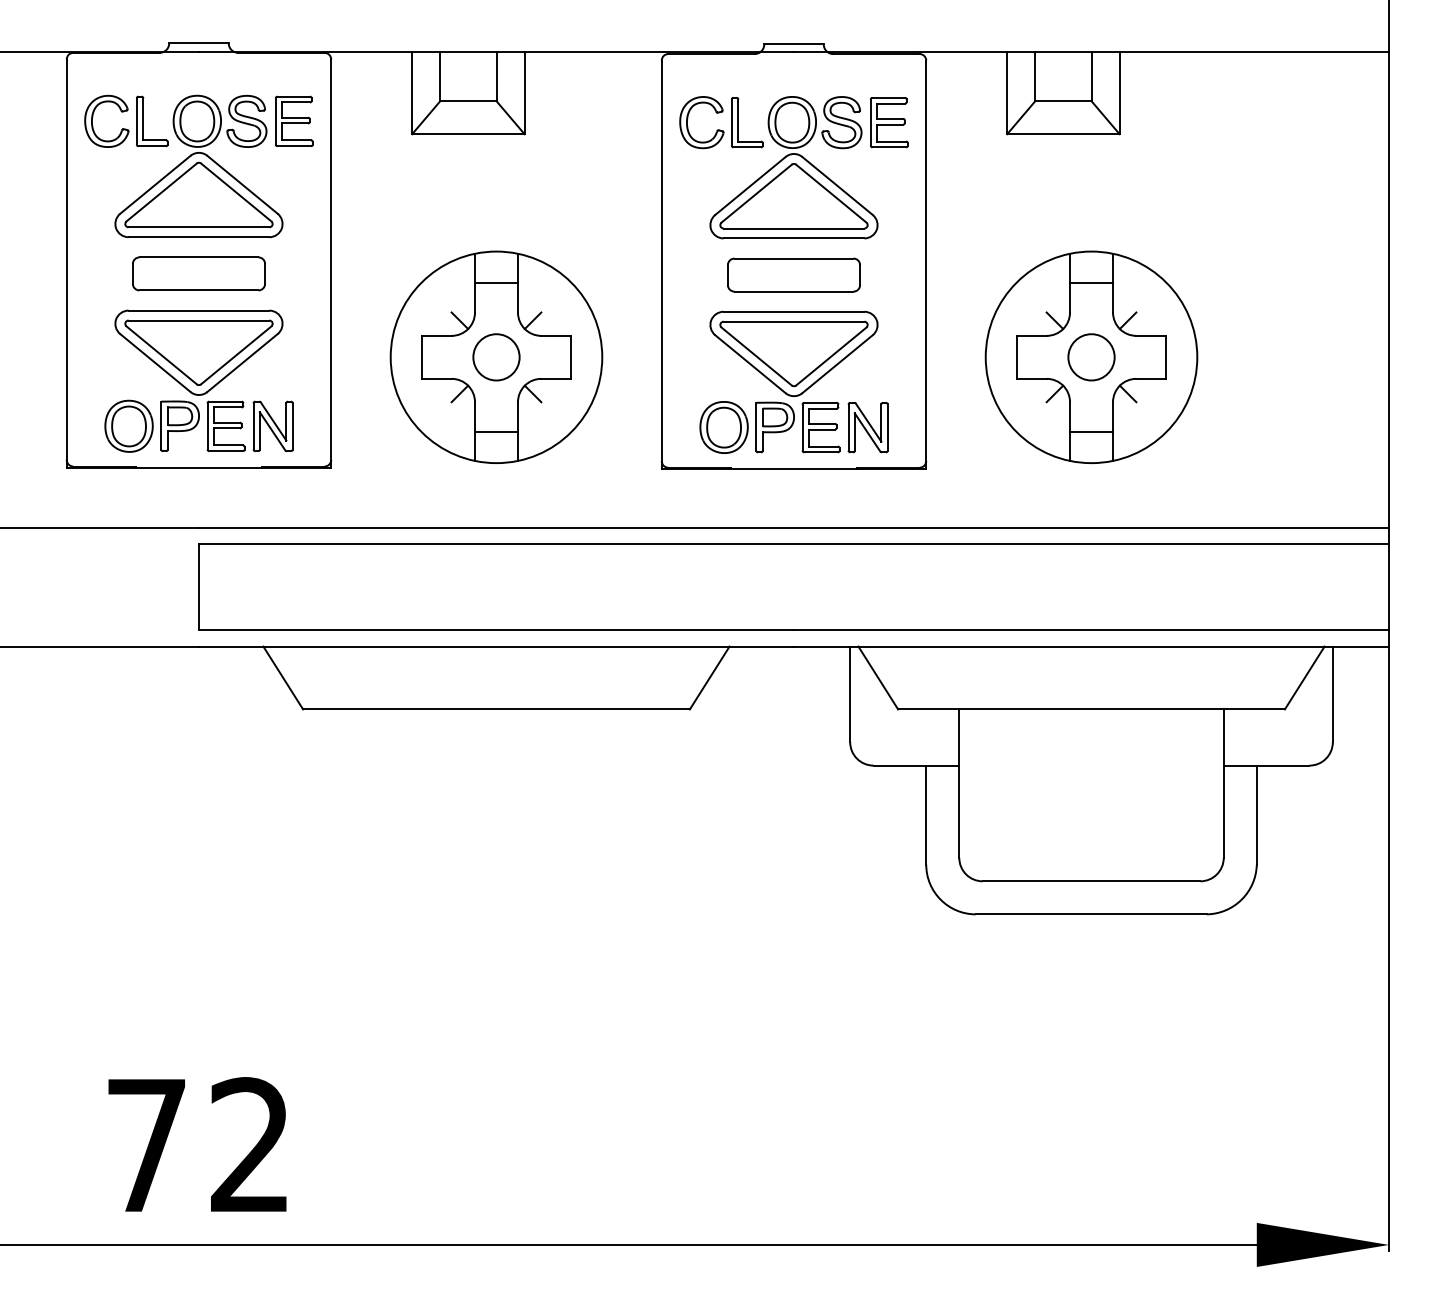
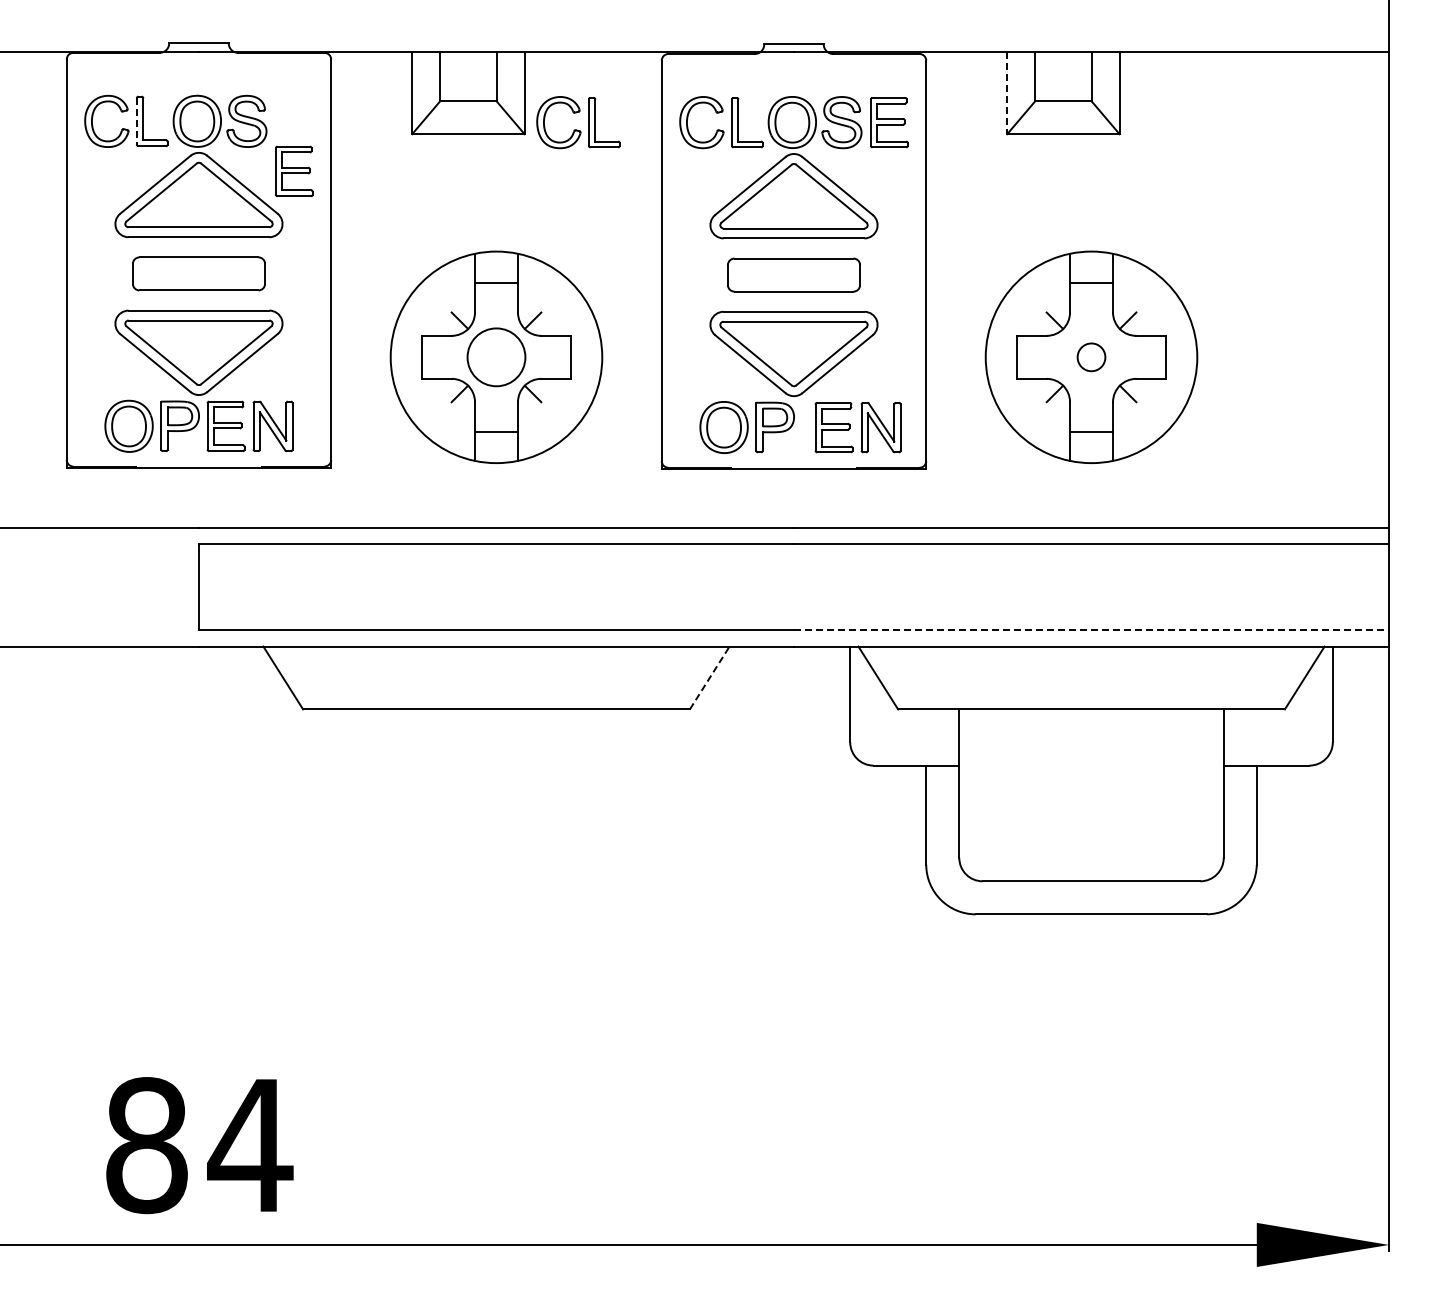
line at (1007, 93): solid -> dashed
part at (294, 120) position: (294, 120) -> (294, 170)
line at (136, 121): solid -> dashed
part at (577, 129): none -> present
circle at (496, 357) diameter: 46 px -> 58 px
circle at (1091, 357) diameter: 46 px -> 28 px
part at (844, 427) position: (844, 427) -> (857, 427)
line at (1091, 630): solid -> dashed
line at (709, 677): solid -> dashed
text at (199, 1145): 72 -> 84
